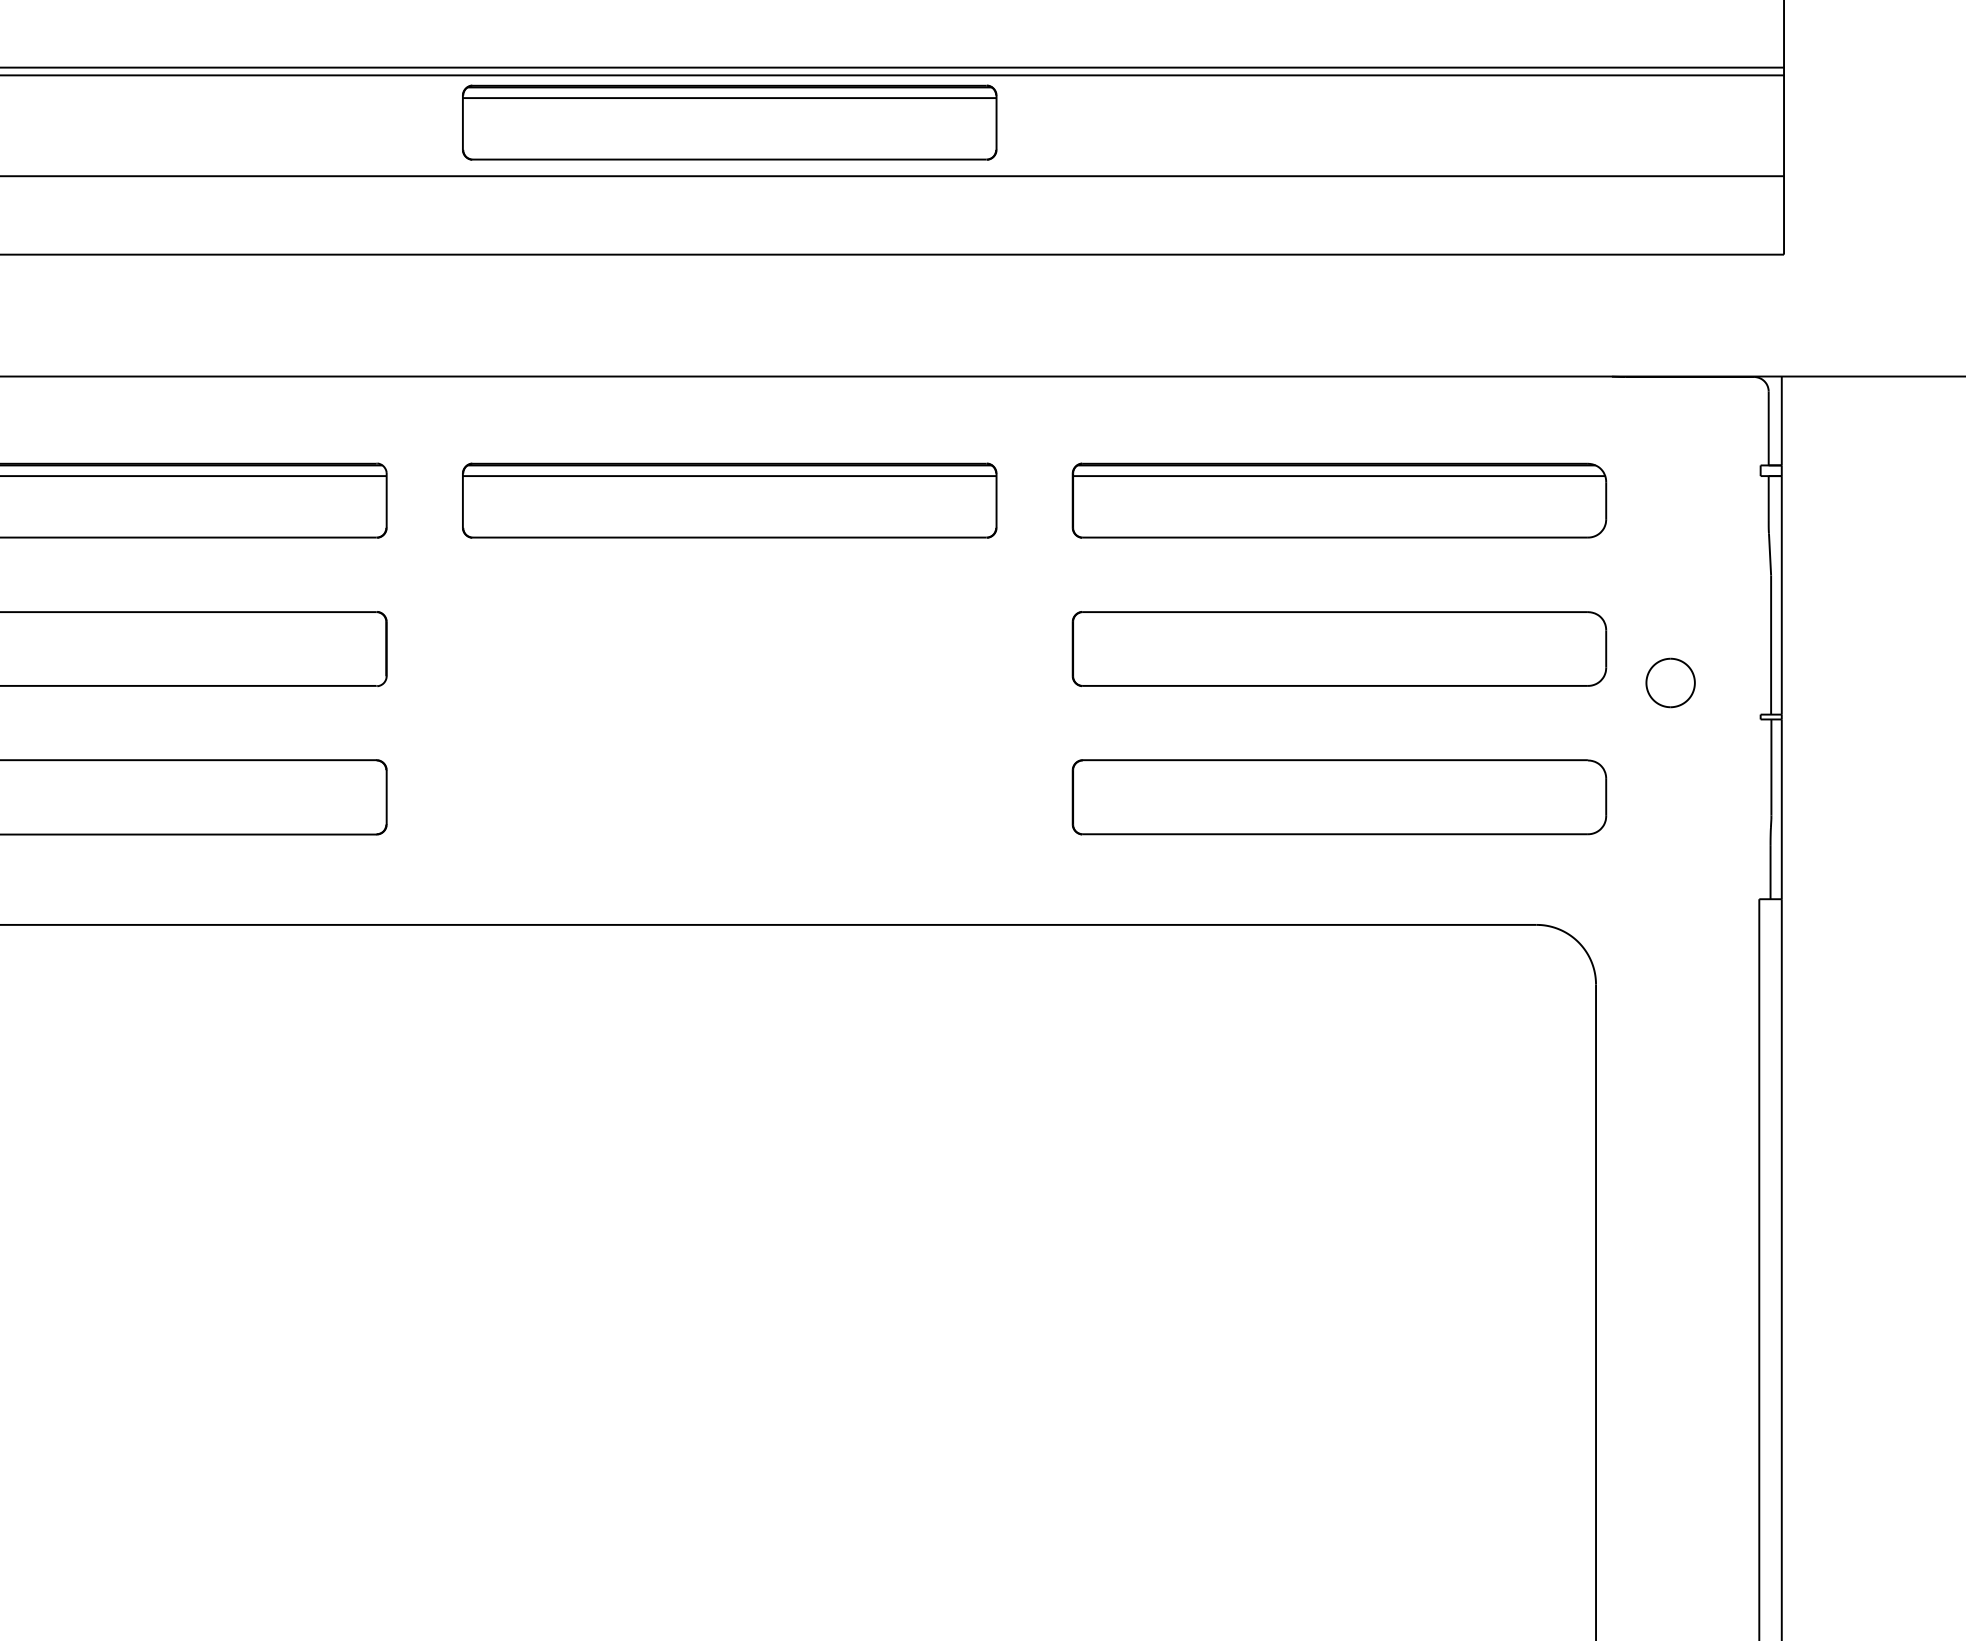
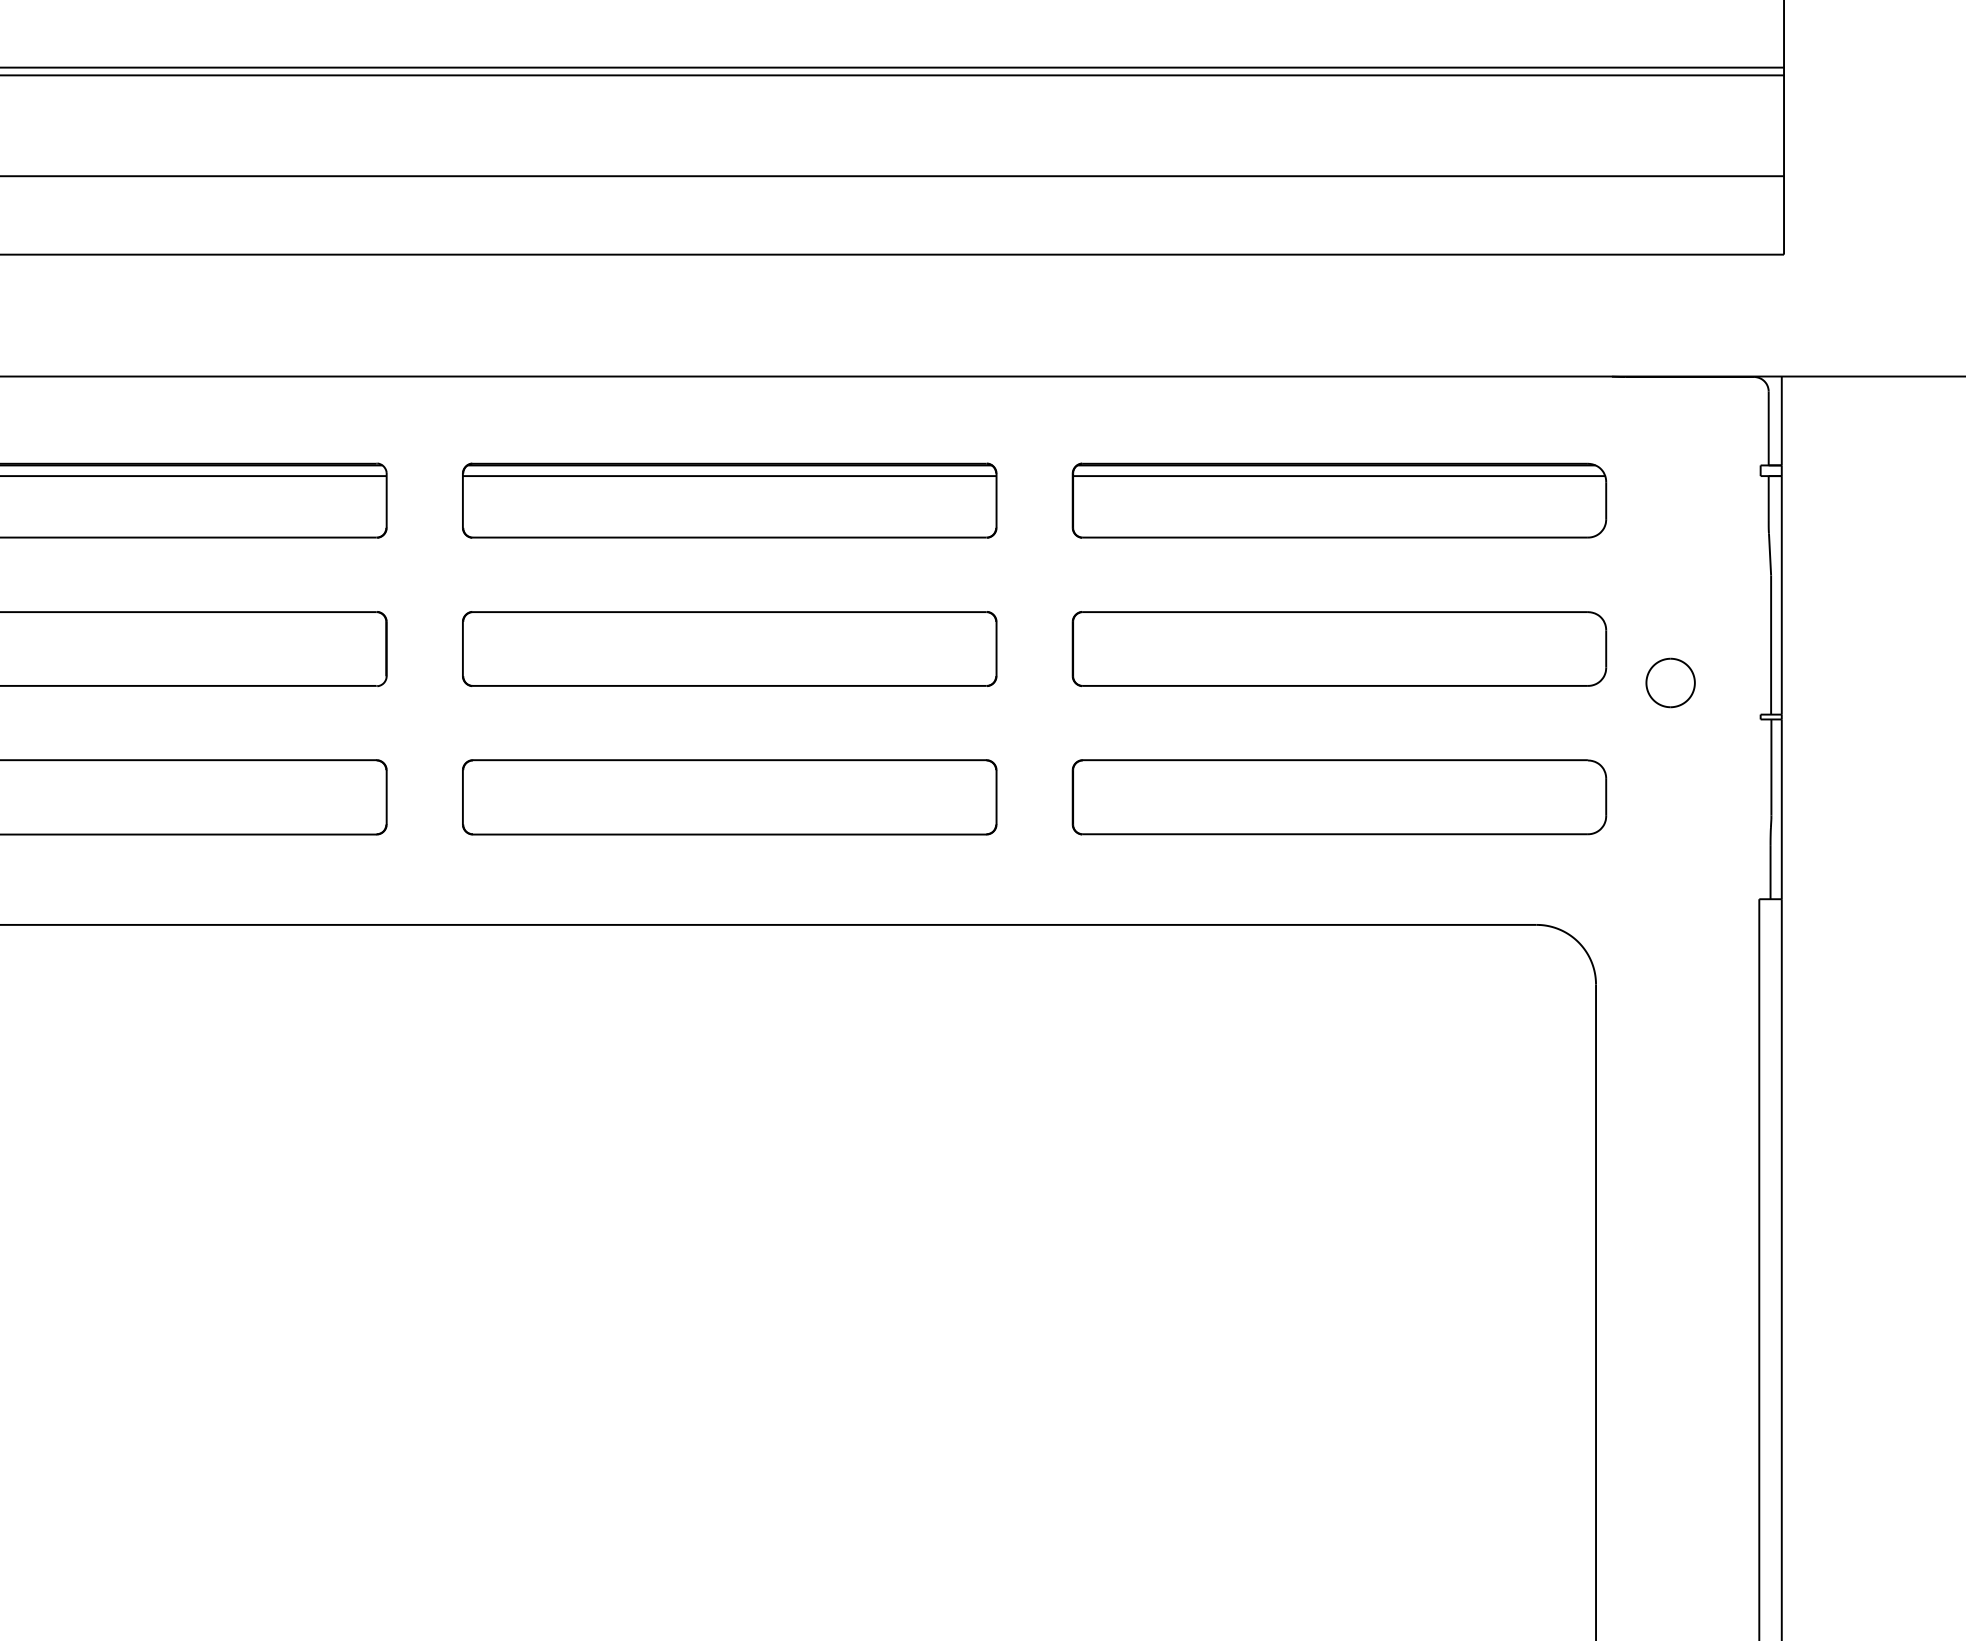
part at (729, 122): present -> none
part at (729, 648): none -> present
part at (729, 797): none -> present
